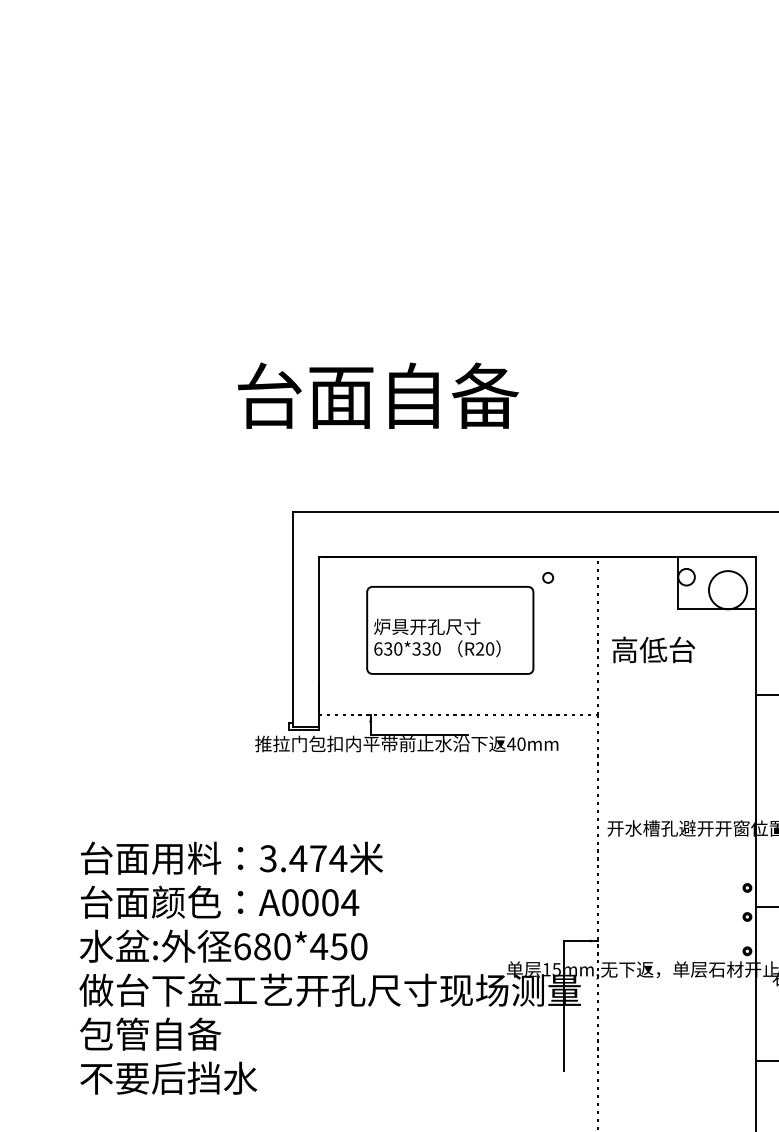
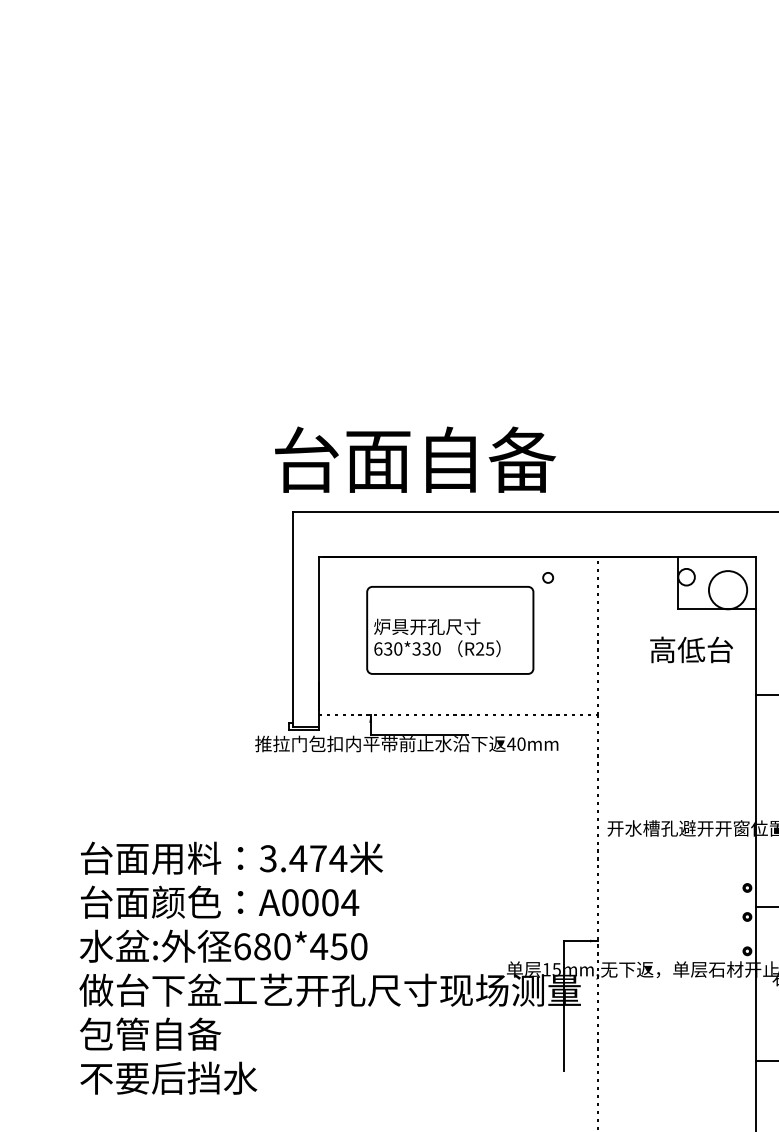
text at (378, 395) position: (378, 395) -> (415, 459)
text at (490, 648): R20 -> R25
text at (653, 649) position: (653, 649) -> (691, 649)
